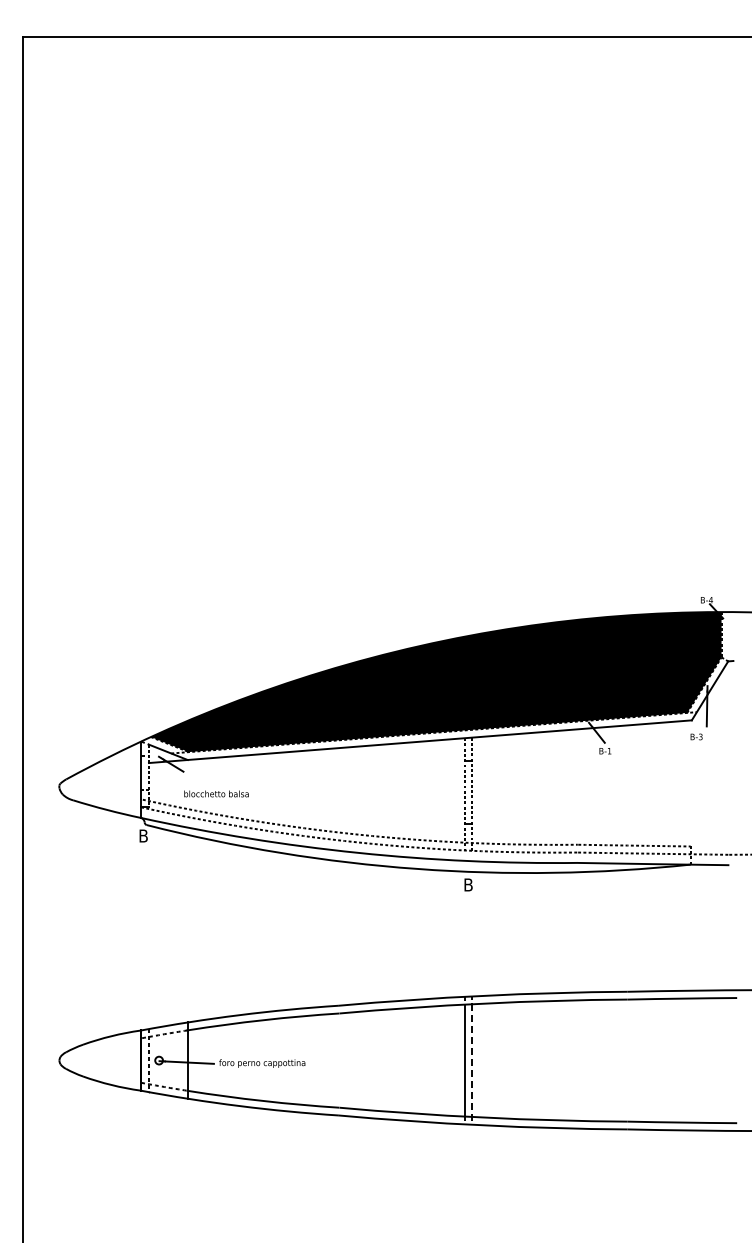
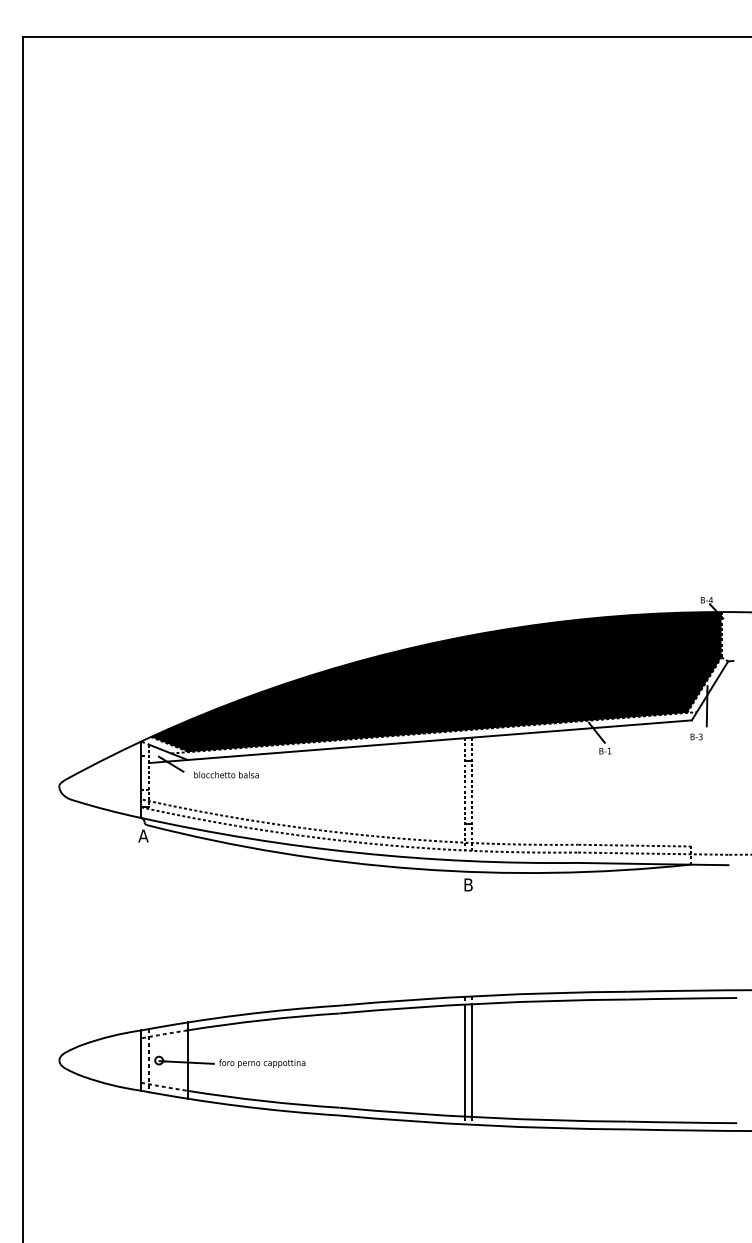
text at (216, 793) position: (216, 793) -> (226, 774)
text at (143, 835): B -> A
line at (472, 1061): dashed -> solid
